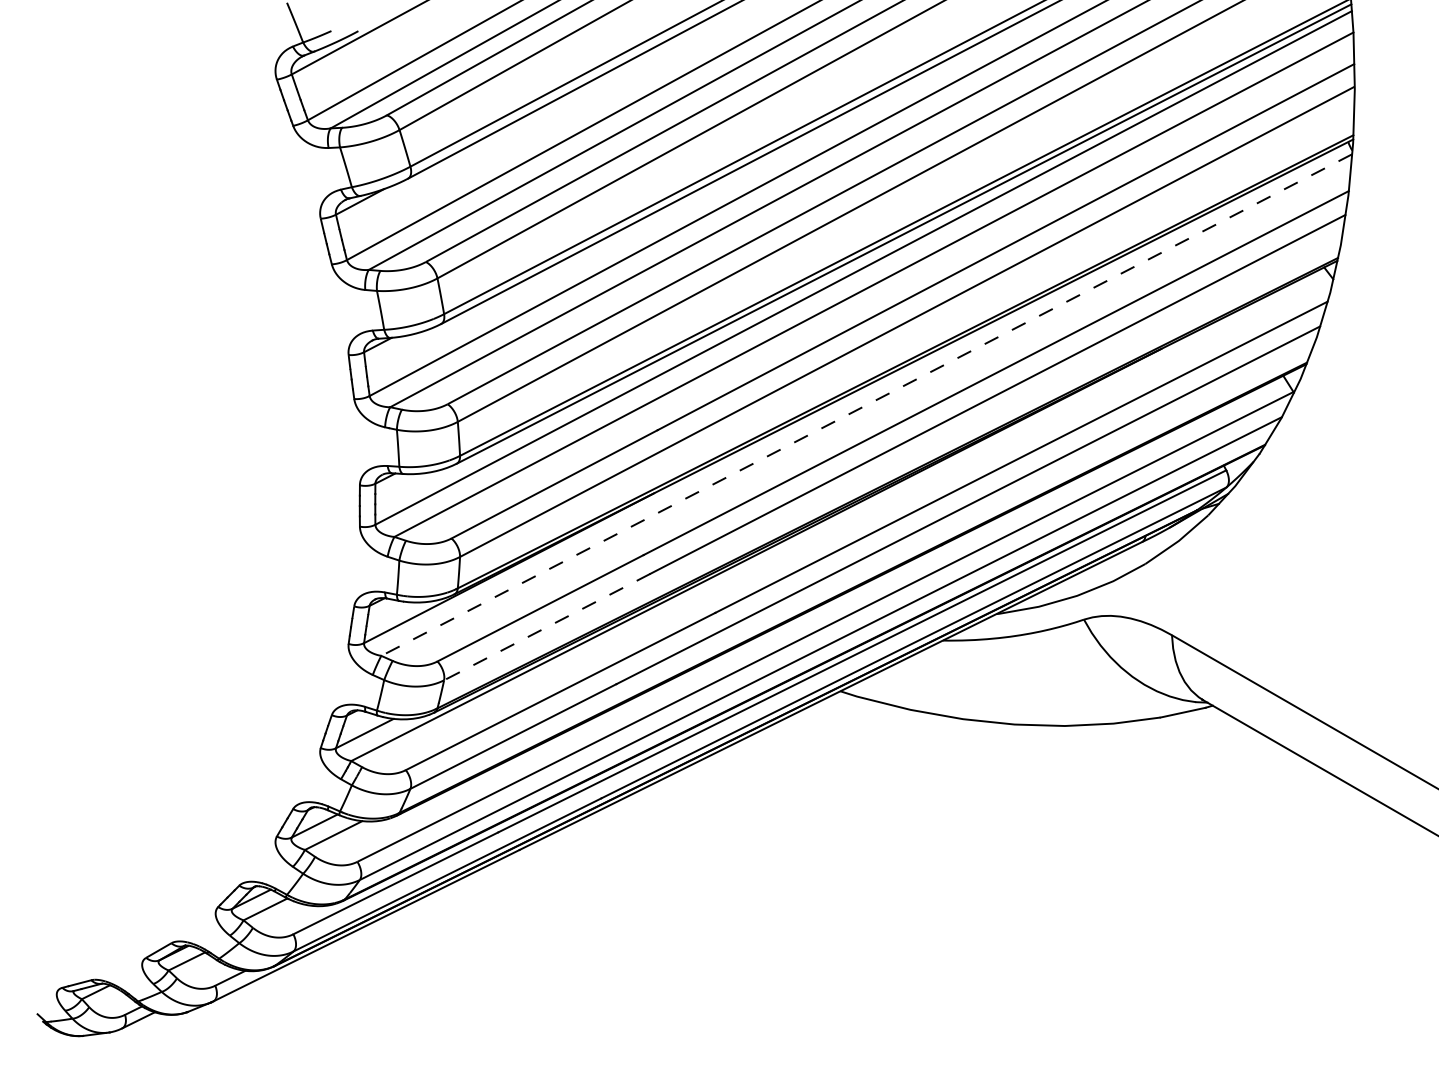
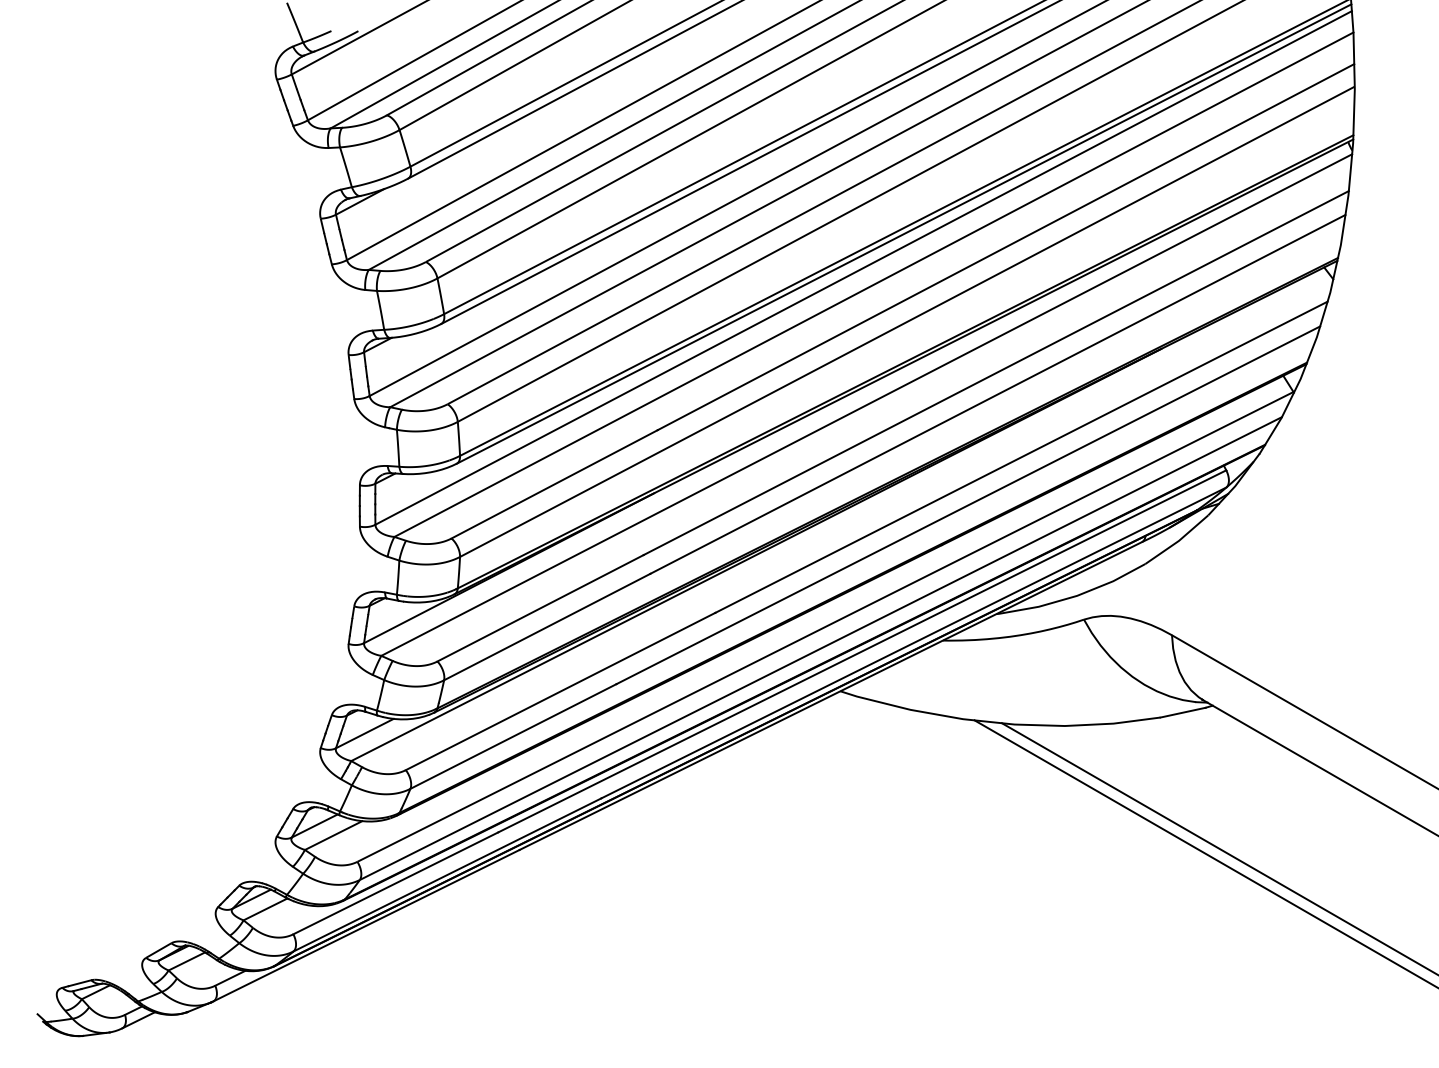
line at (866, 405): dashed -> solid
line at (546, 627): dashed -> solid
line at (1218, 848): none -> present
line at (1204, 853): none -> present
